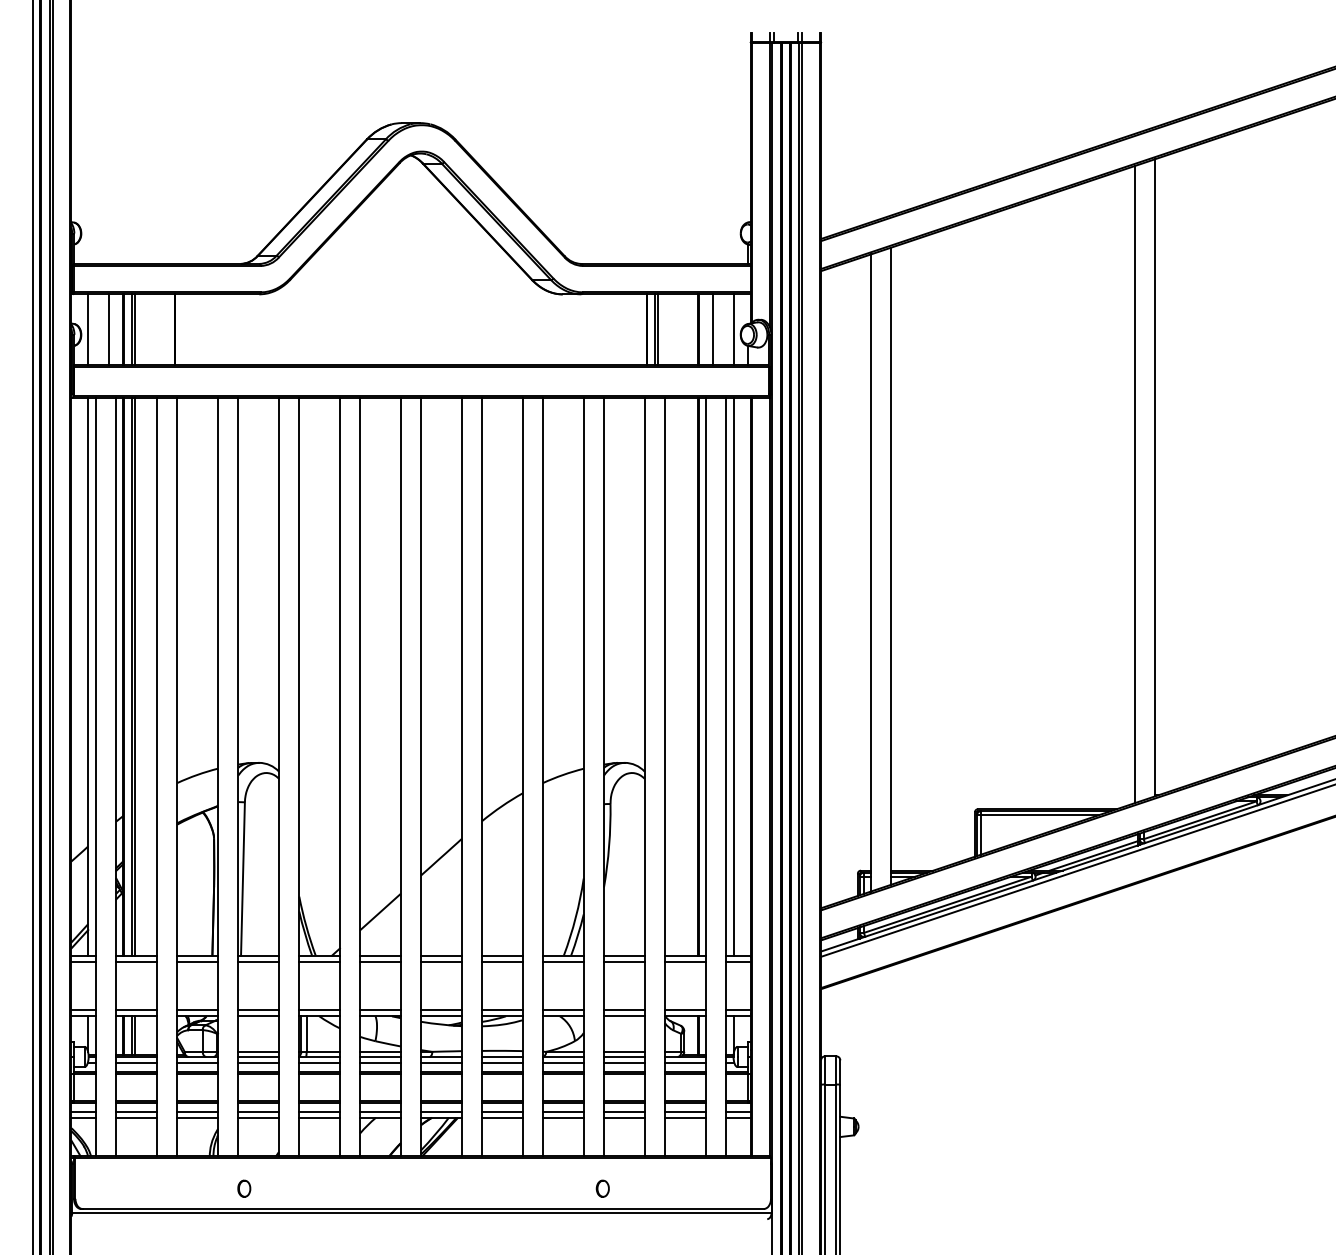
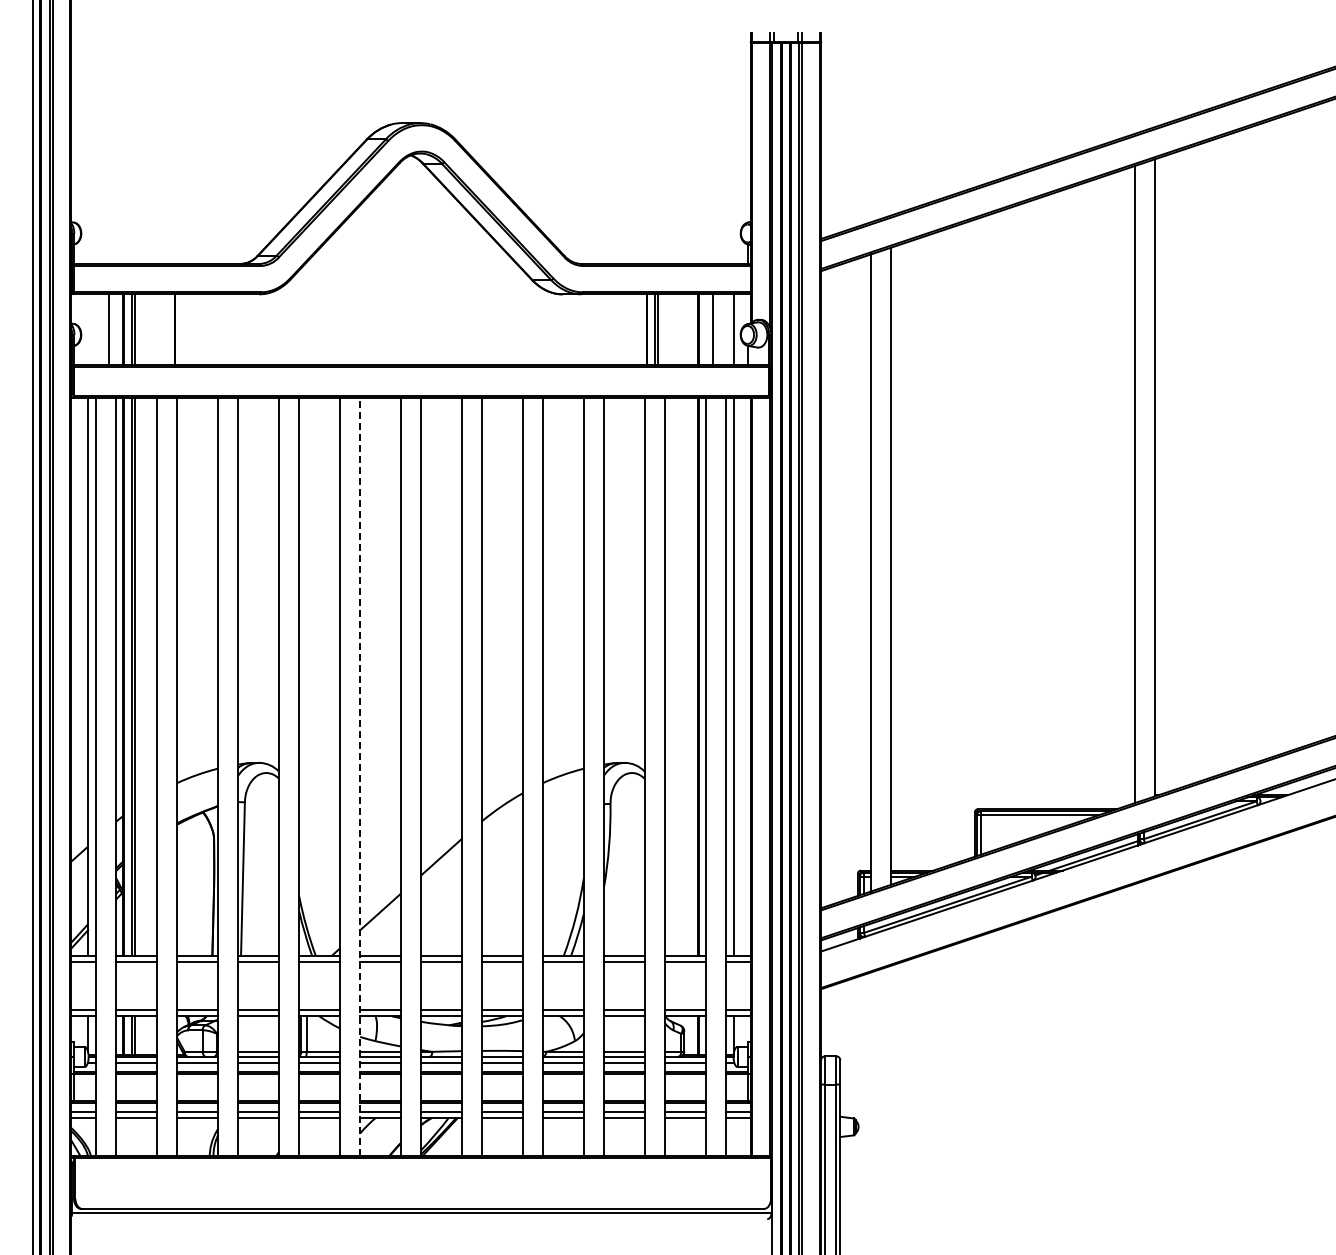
line at (88, 329): present -> none
line at (360, 777): solid -> dashed
line at (1076, 870): present -> none
part at (244, 1188): present -> none
part at (602, 1188): present -> none
